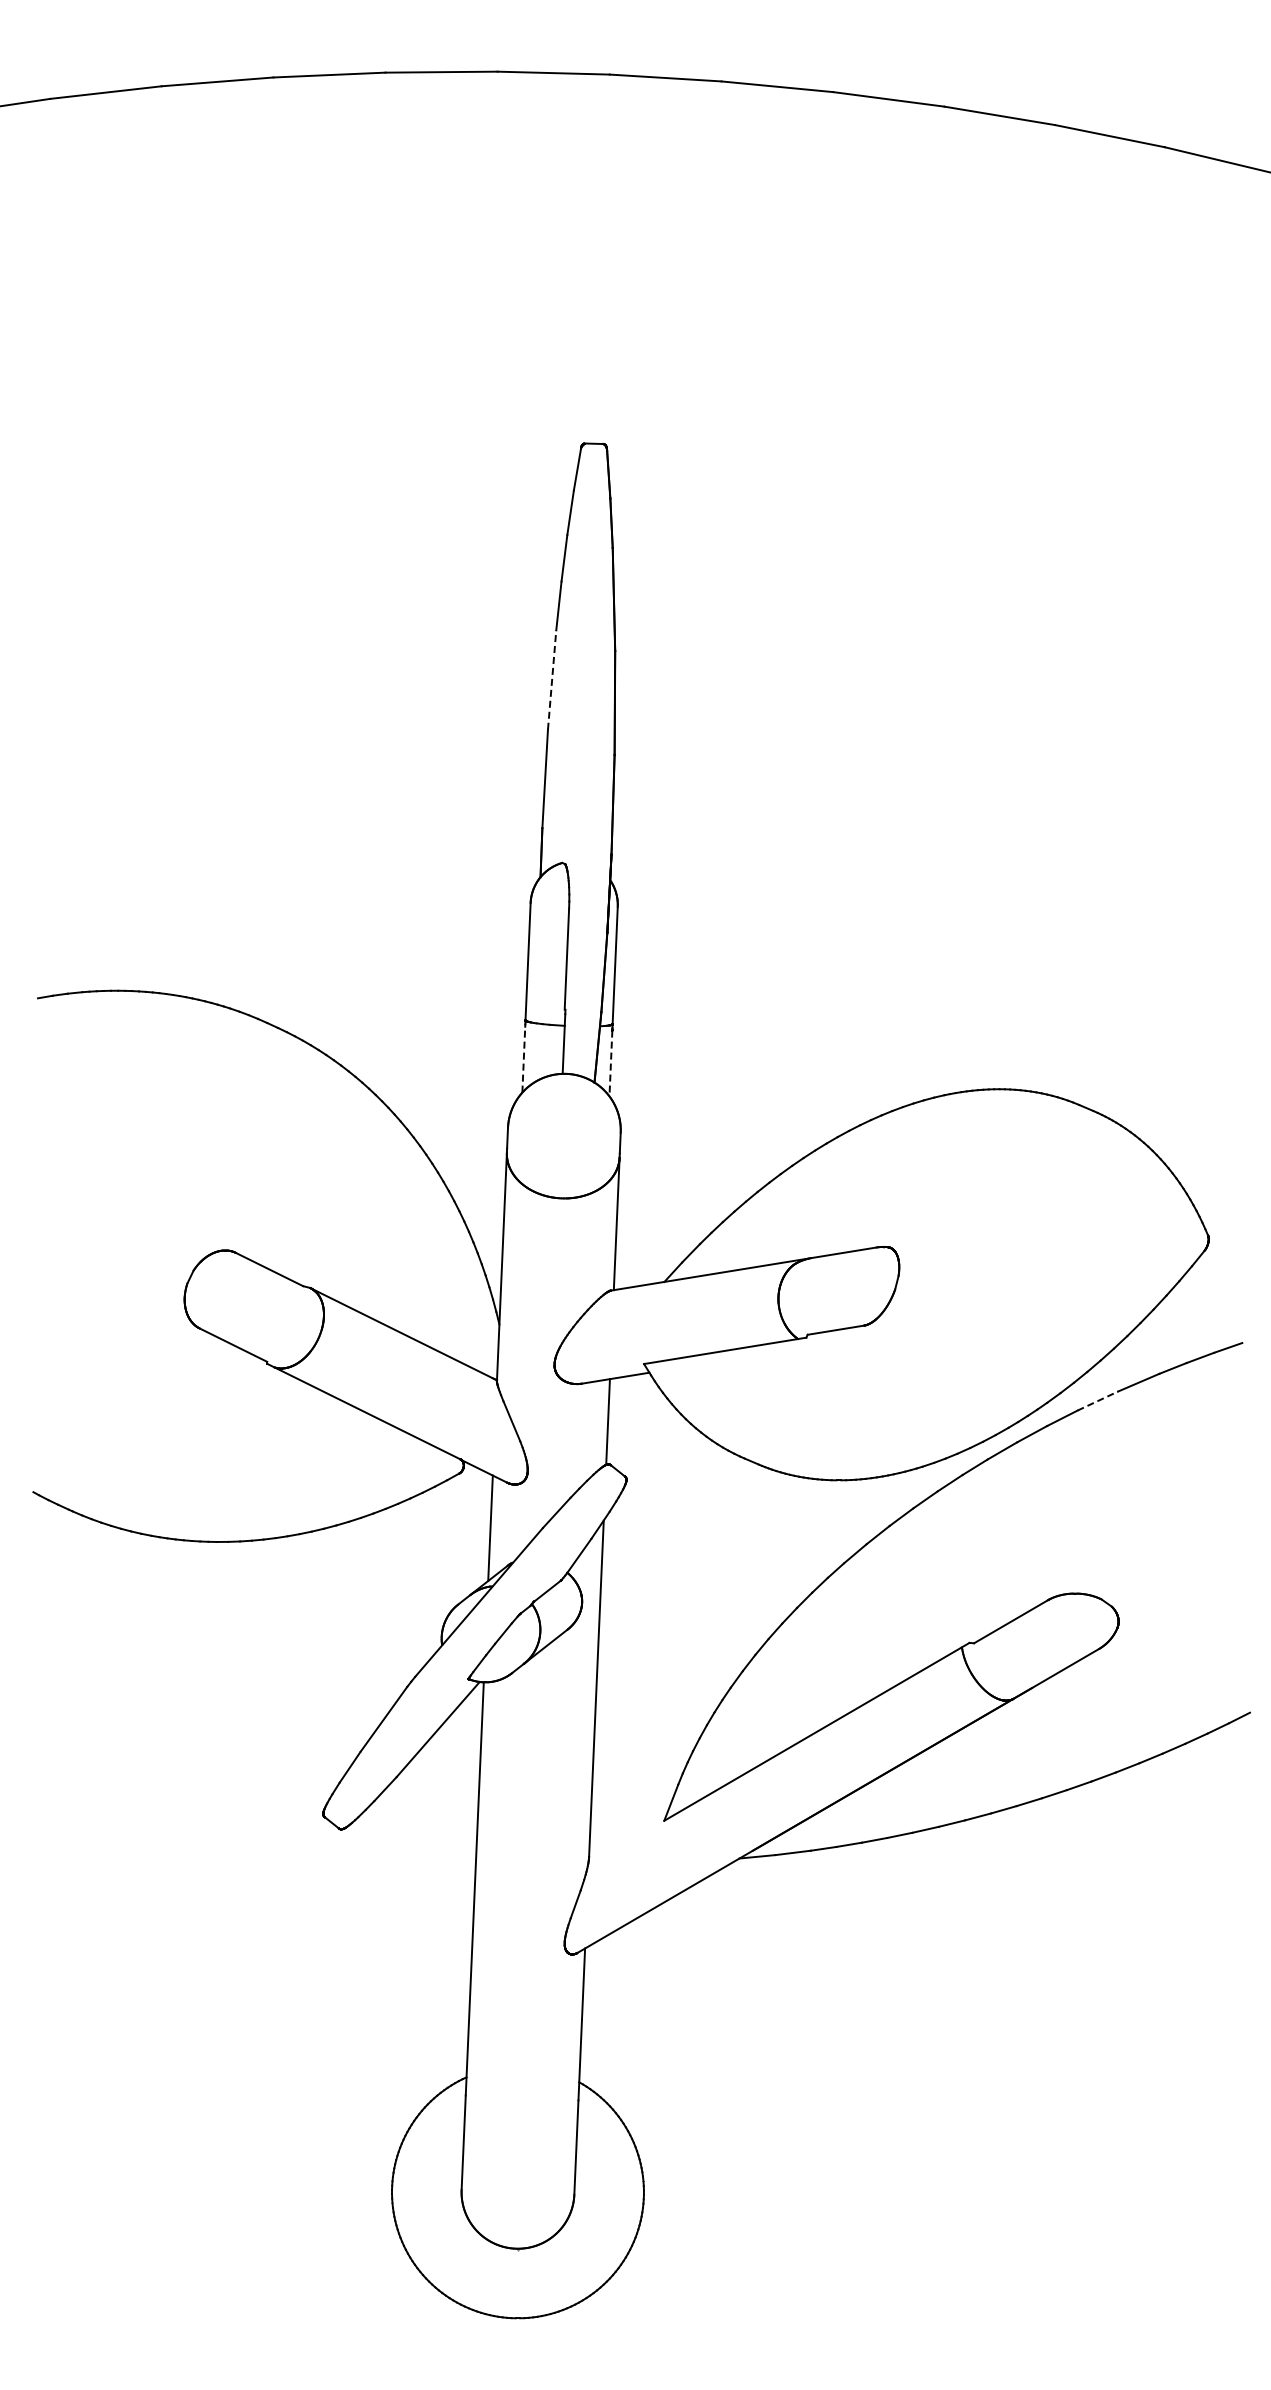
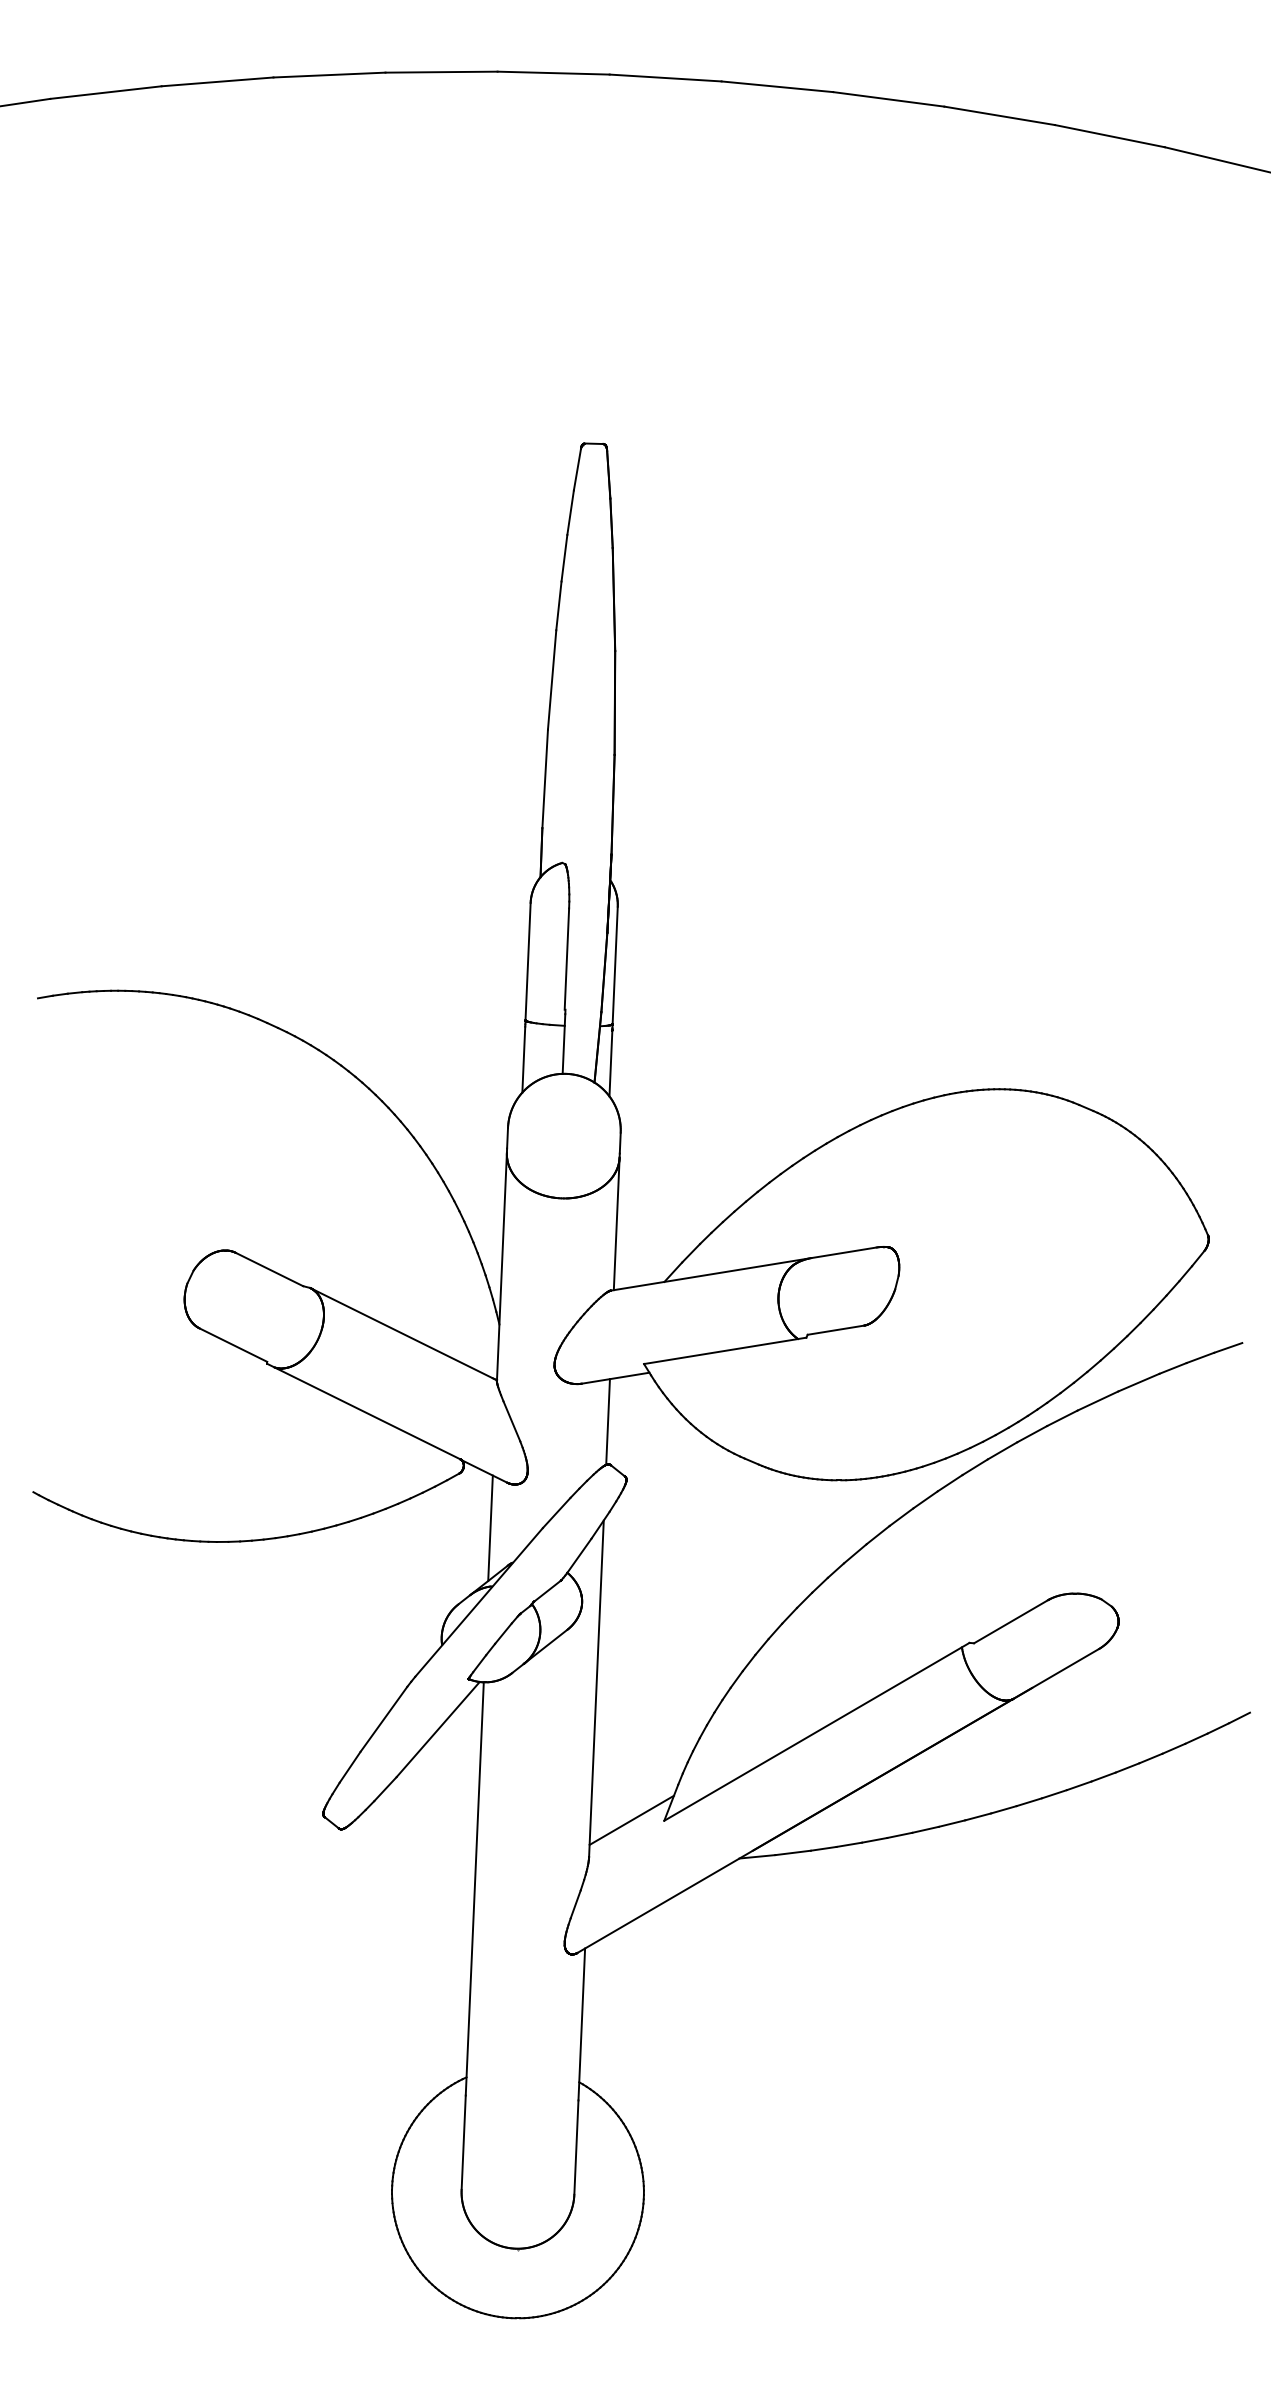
line at (552, 680): dashed -> solid
line at (523, 1059): dashed -> solid
line at (610, 1063): dashed -> solid
line at (1098, 1400): dashed -> solid
line at (631, 1819): none -> present
